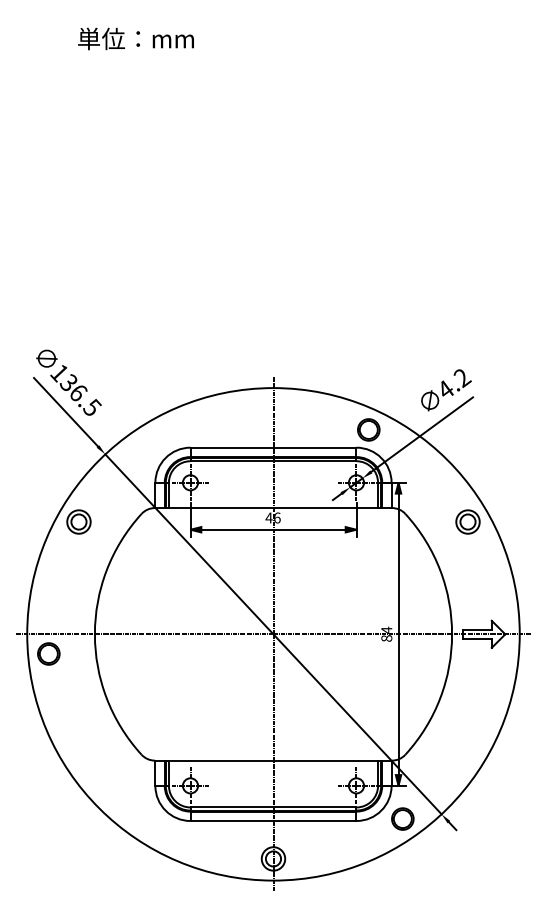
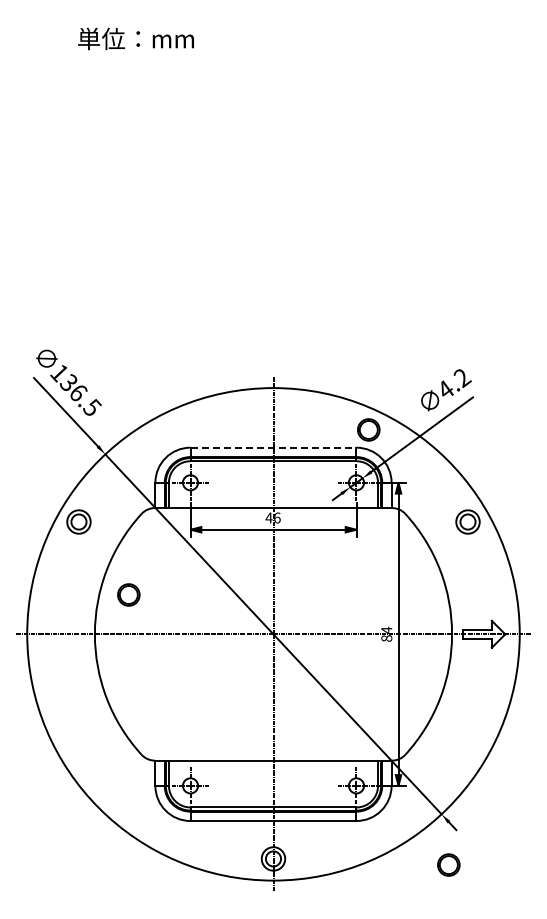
line at (273, 447): solid -> dashed
part at (48, 653) position: (48, 653) -> (128, 594)
part at (402, 818) position: (402, 818) -> (448, 864)
